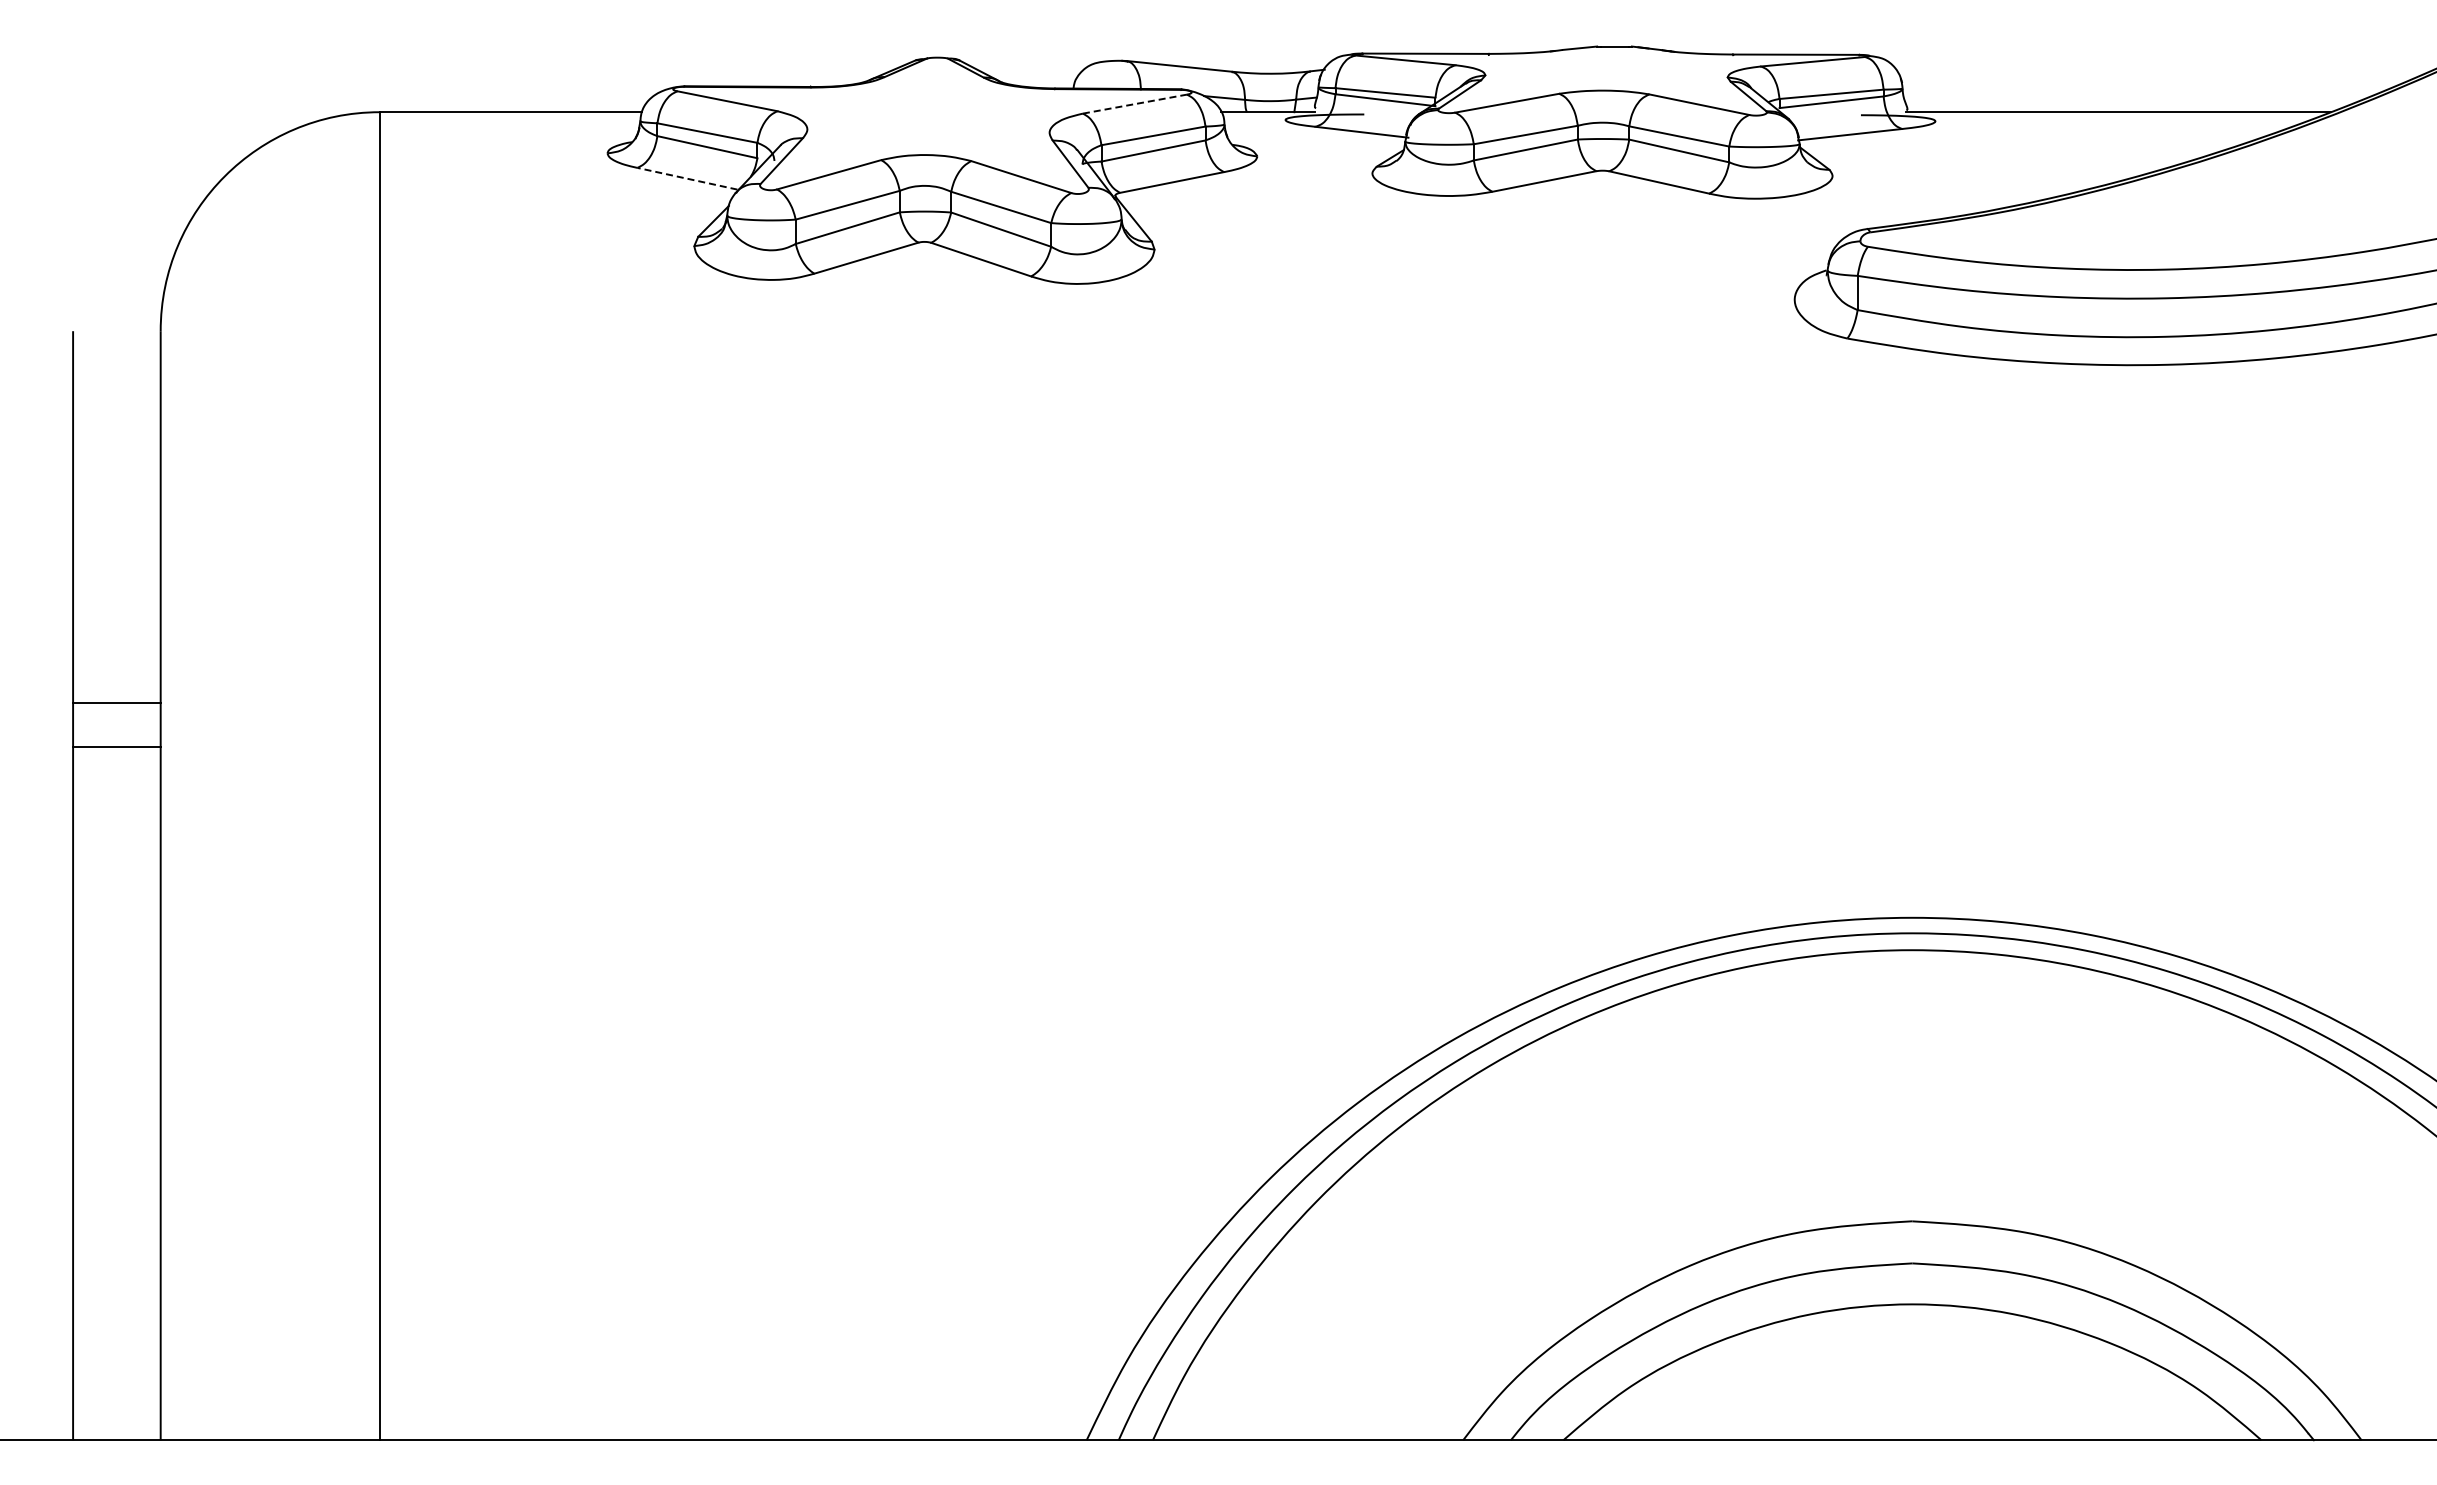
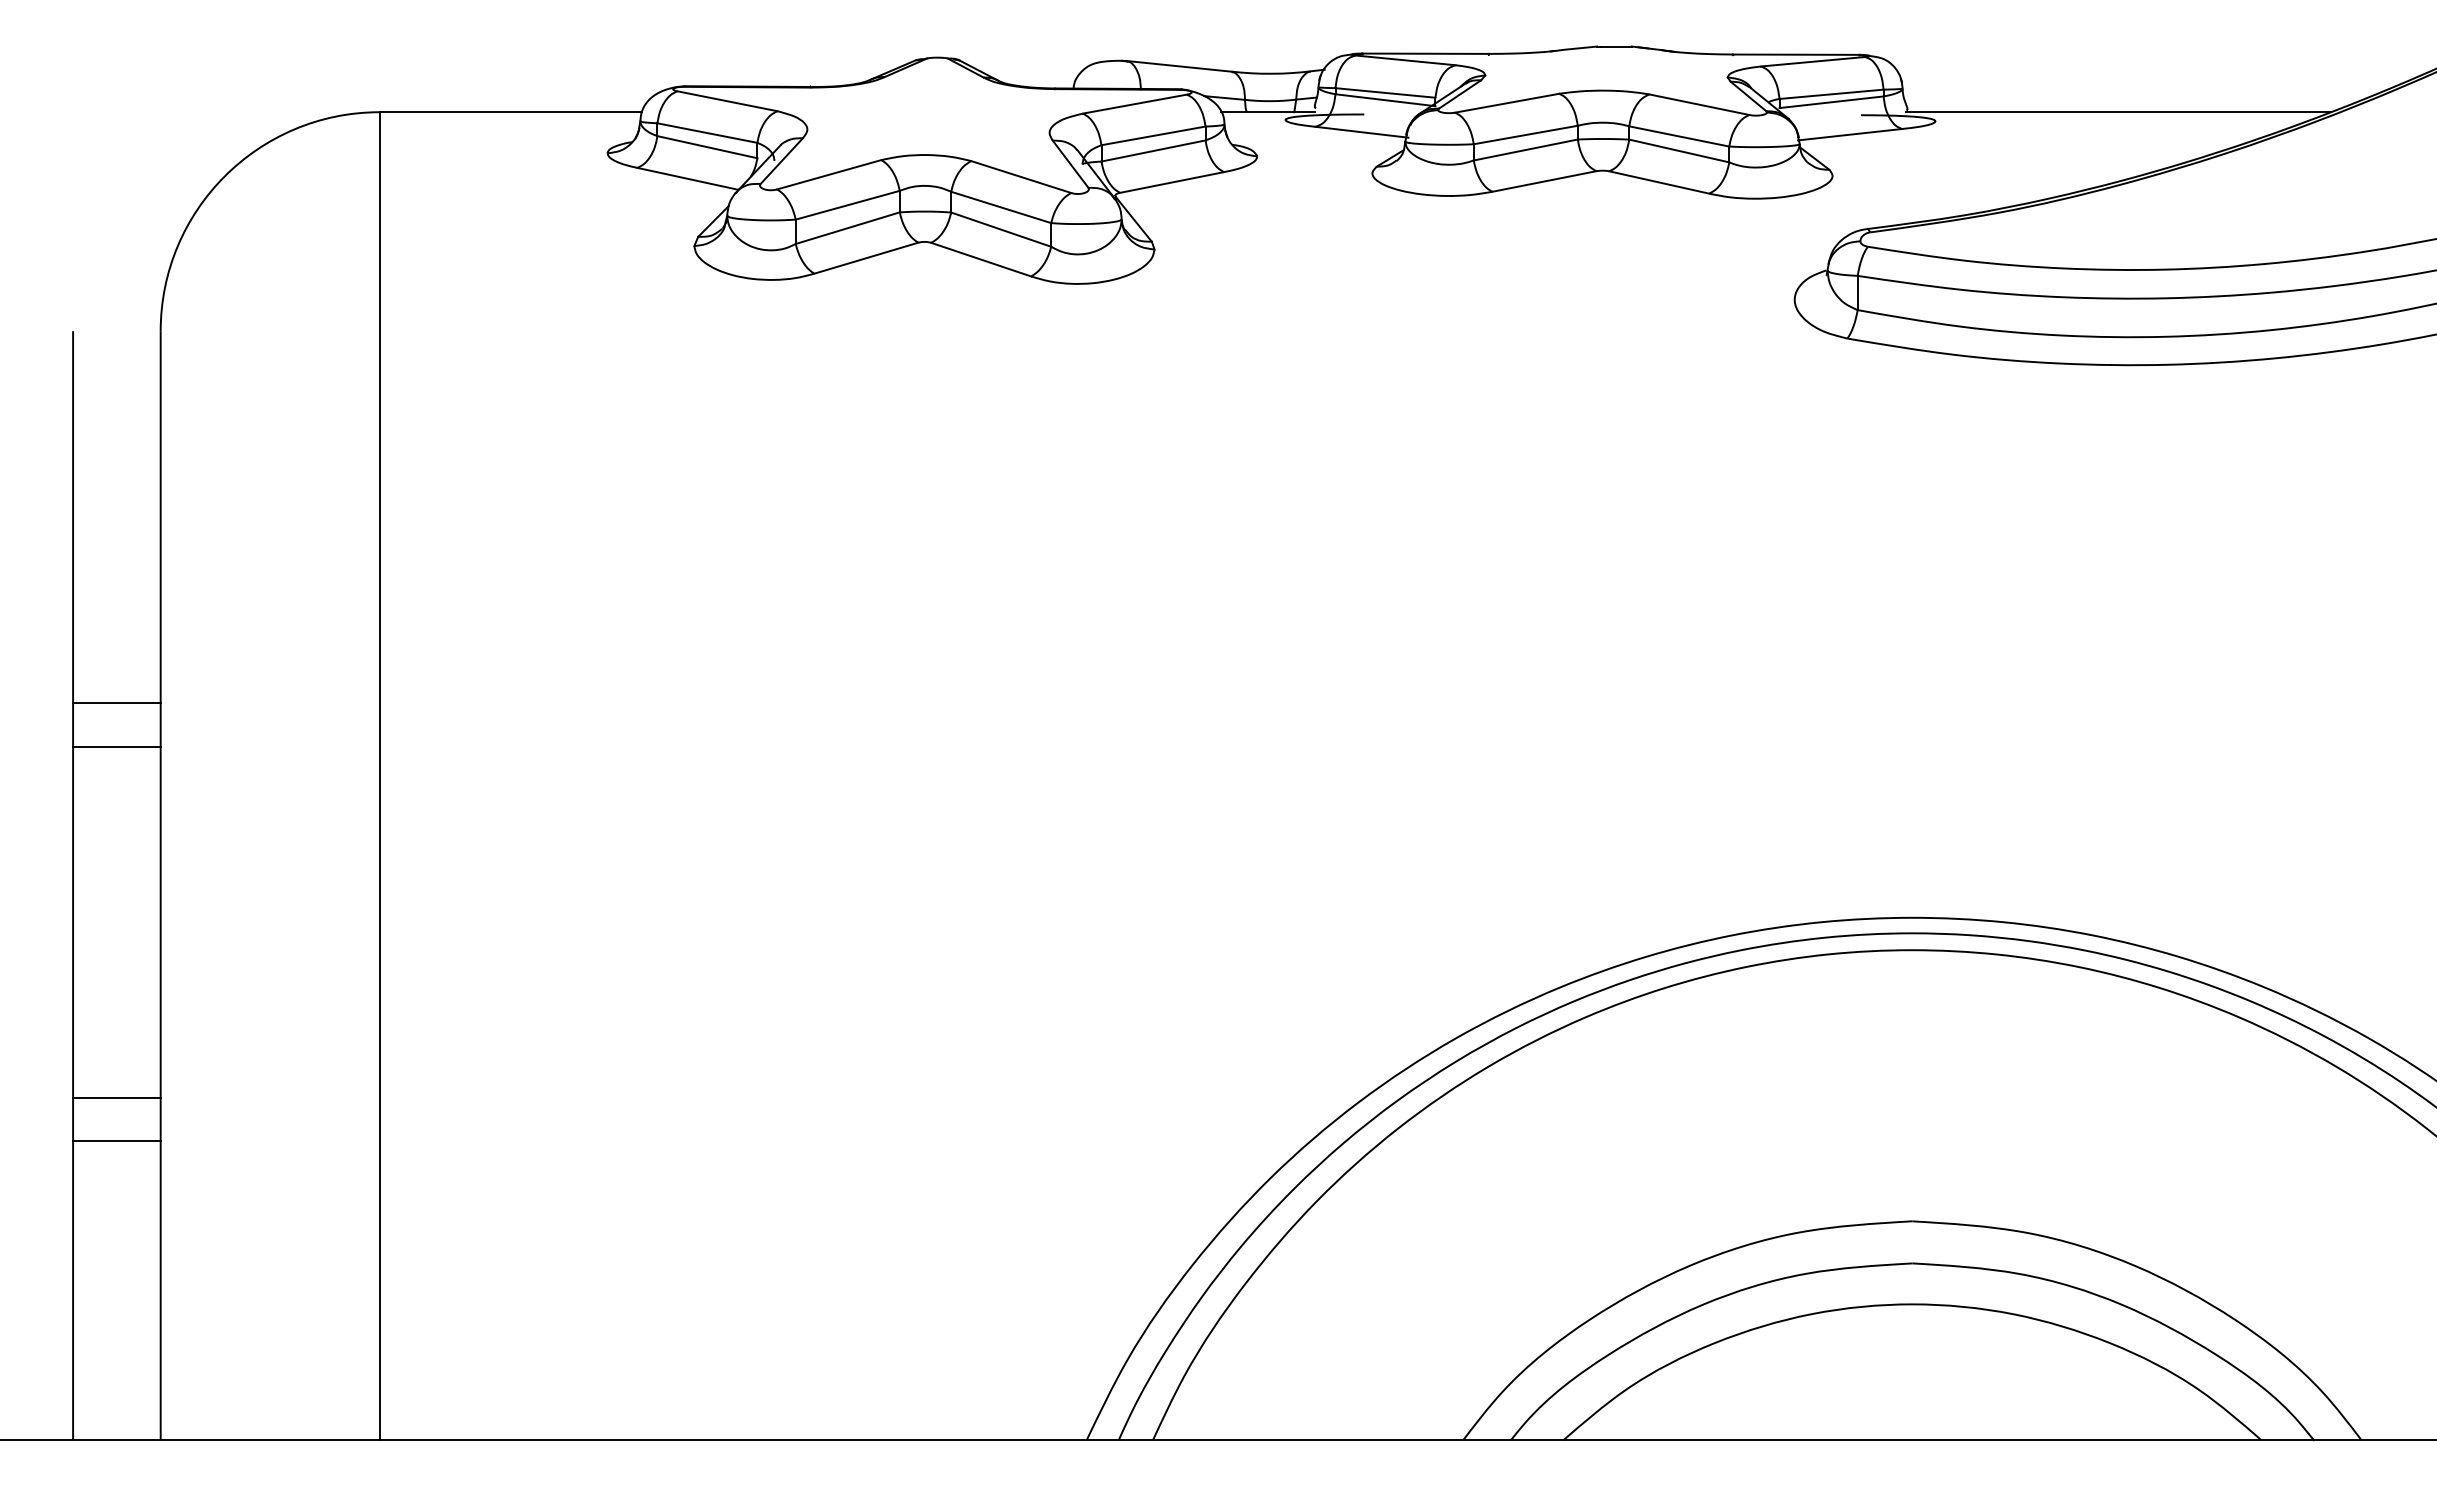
line at (1134, 104): dashed -> solid
line at (686, 178): dashed -> solid
line at (116, 1097): none -> present
line at (116, 1141): none -> present
